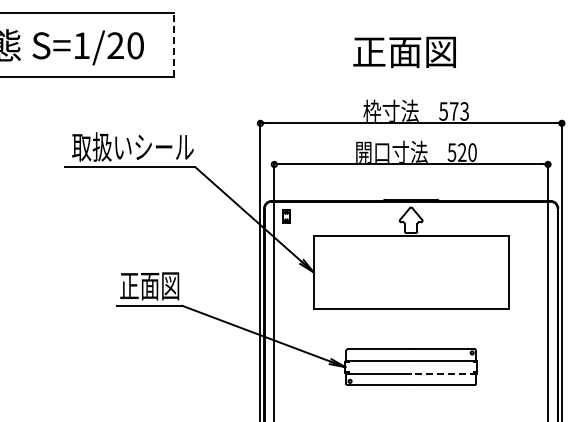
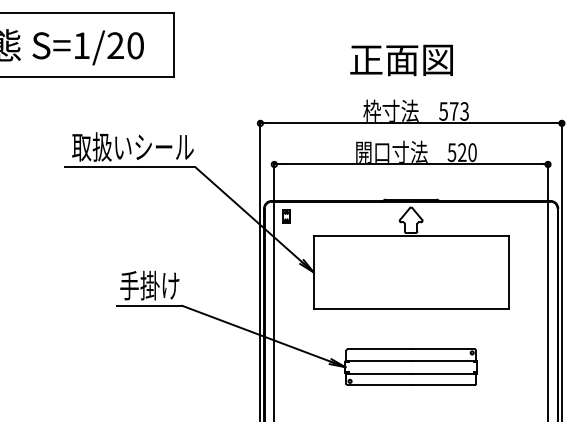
line at (173, 44): dashed -> solid
text at (404, 52) position: (404, 52) -> (401, 60)
text at (149, 285): 正面図 -> 手掛け
line at (443, 373): dashed -> solid
